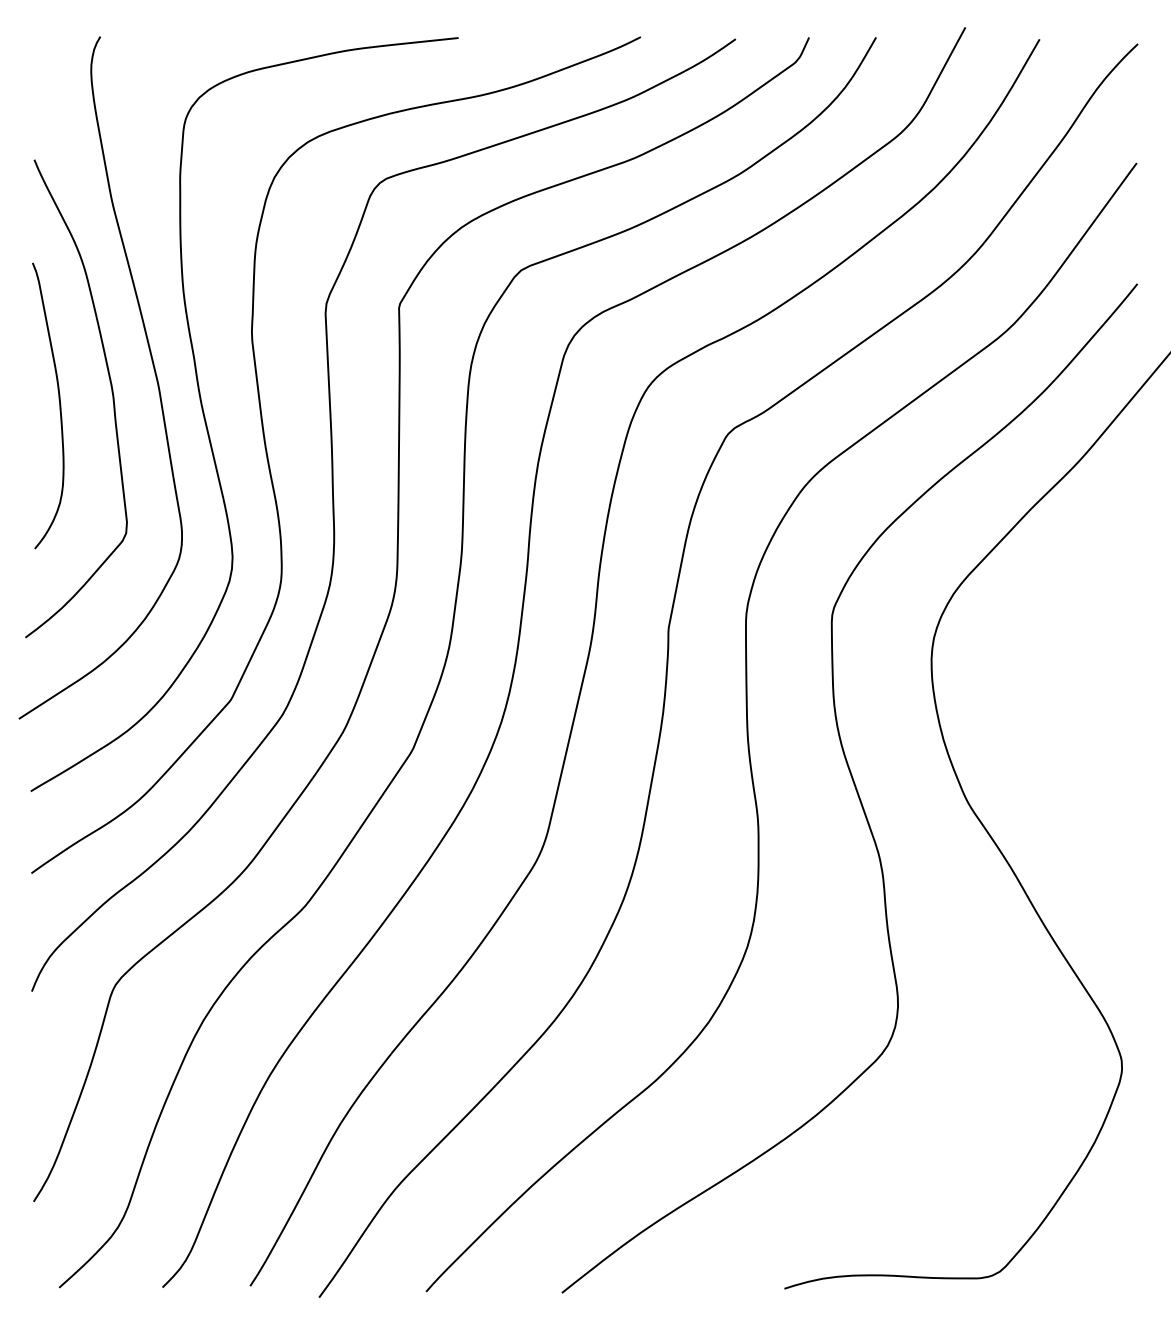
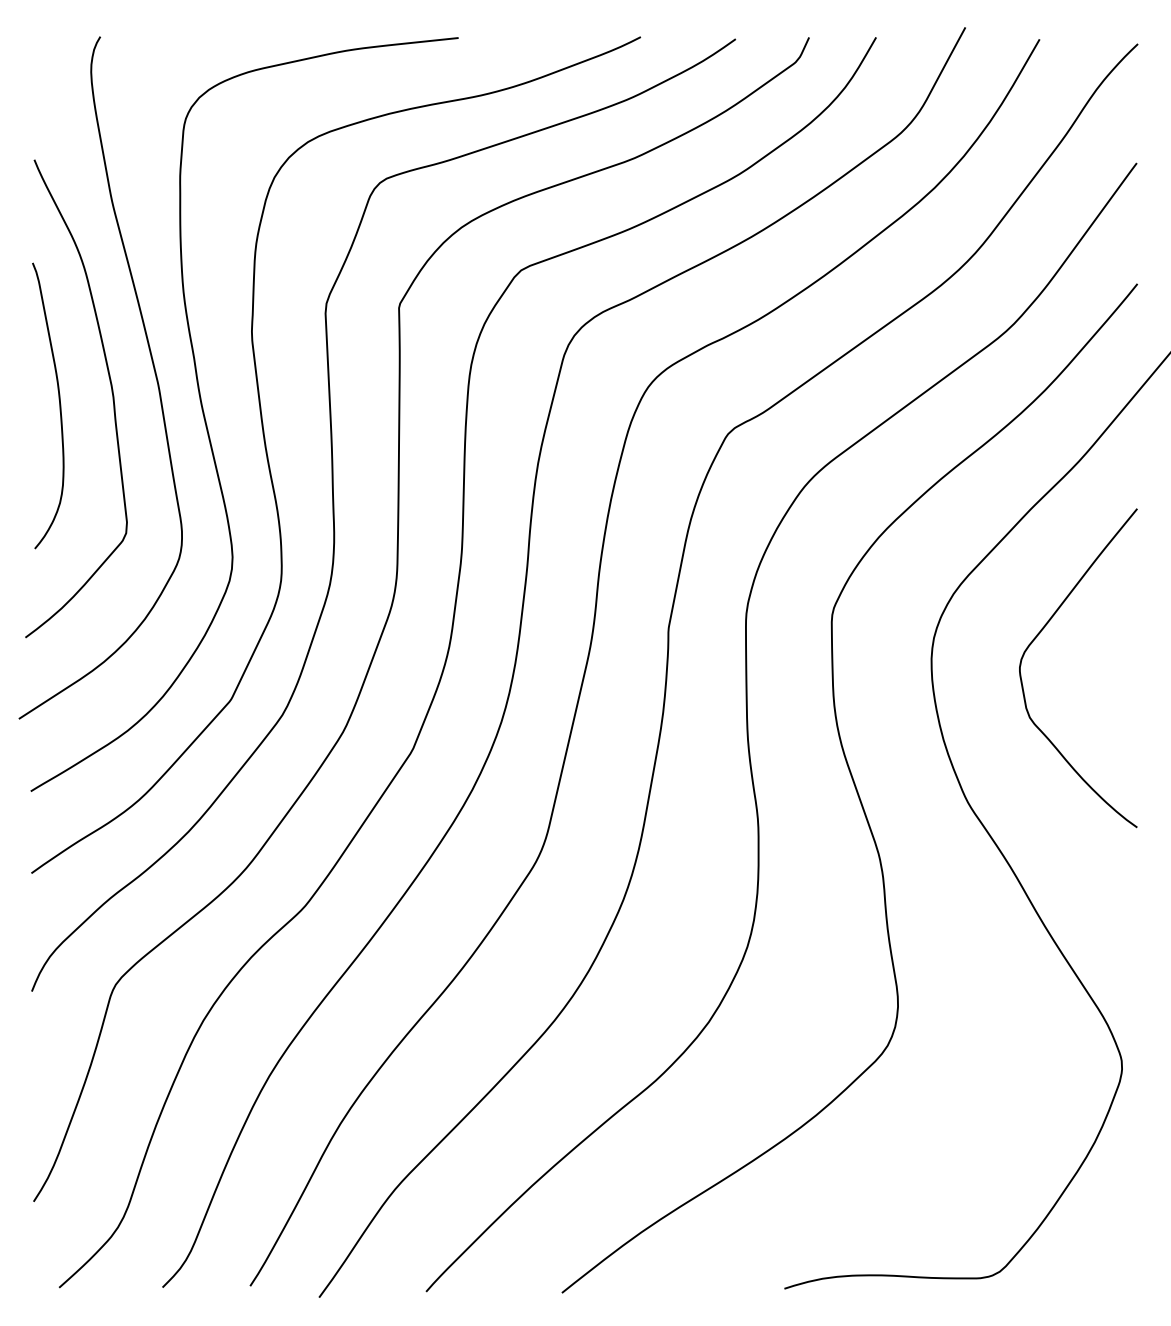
curve at (1036, 638): none -> present
